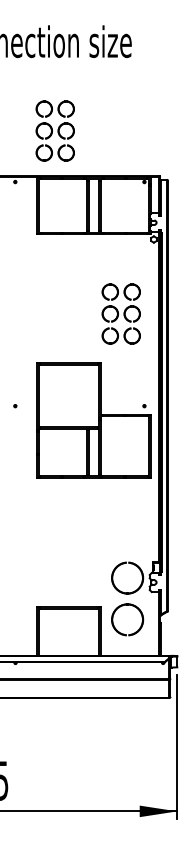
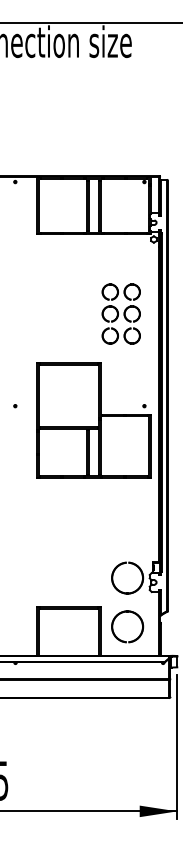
line at (90, 22): none -> present
part at (54, 130): present -> none
part at (120, 607) position: (120, 607) -> (120, 614)
